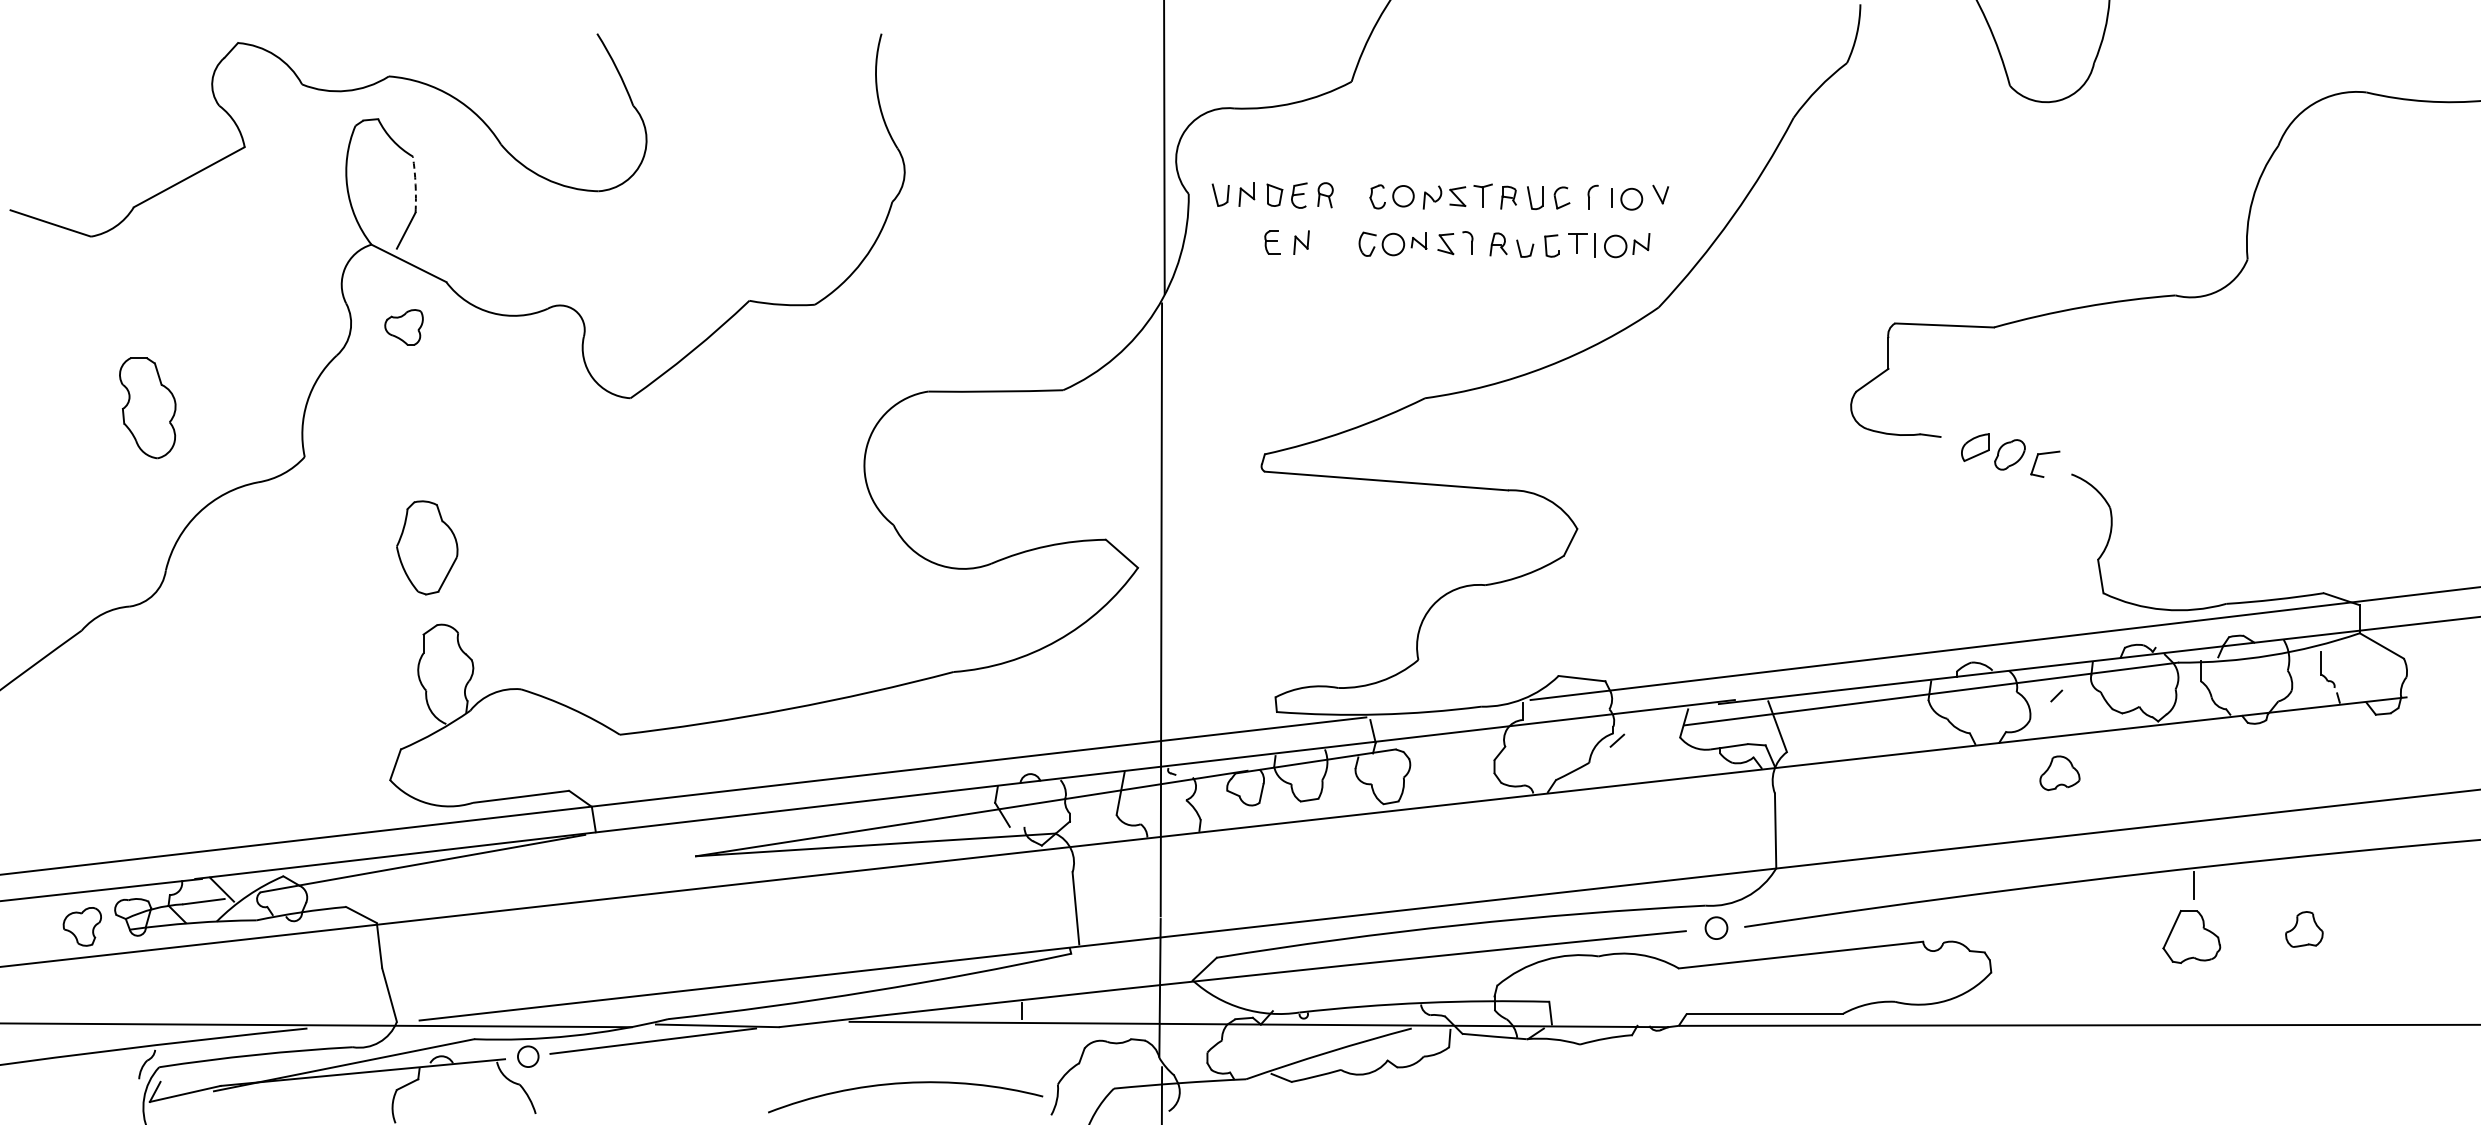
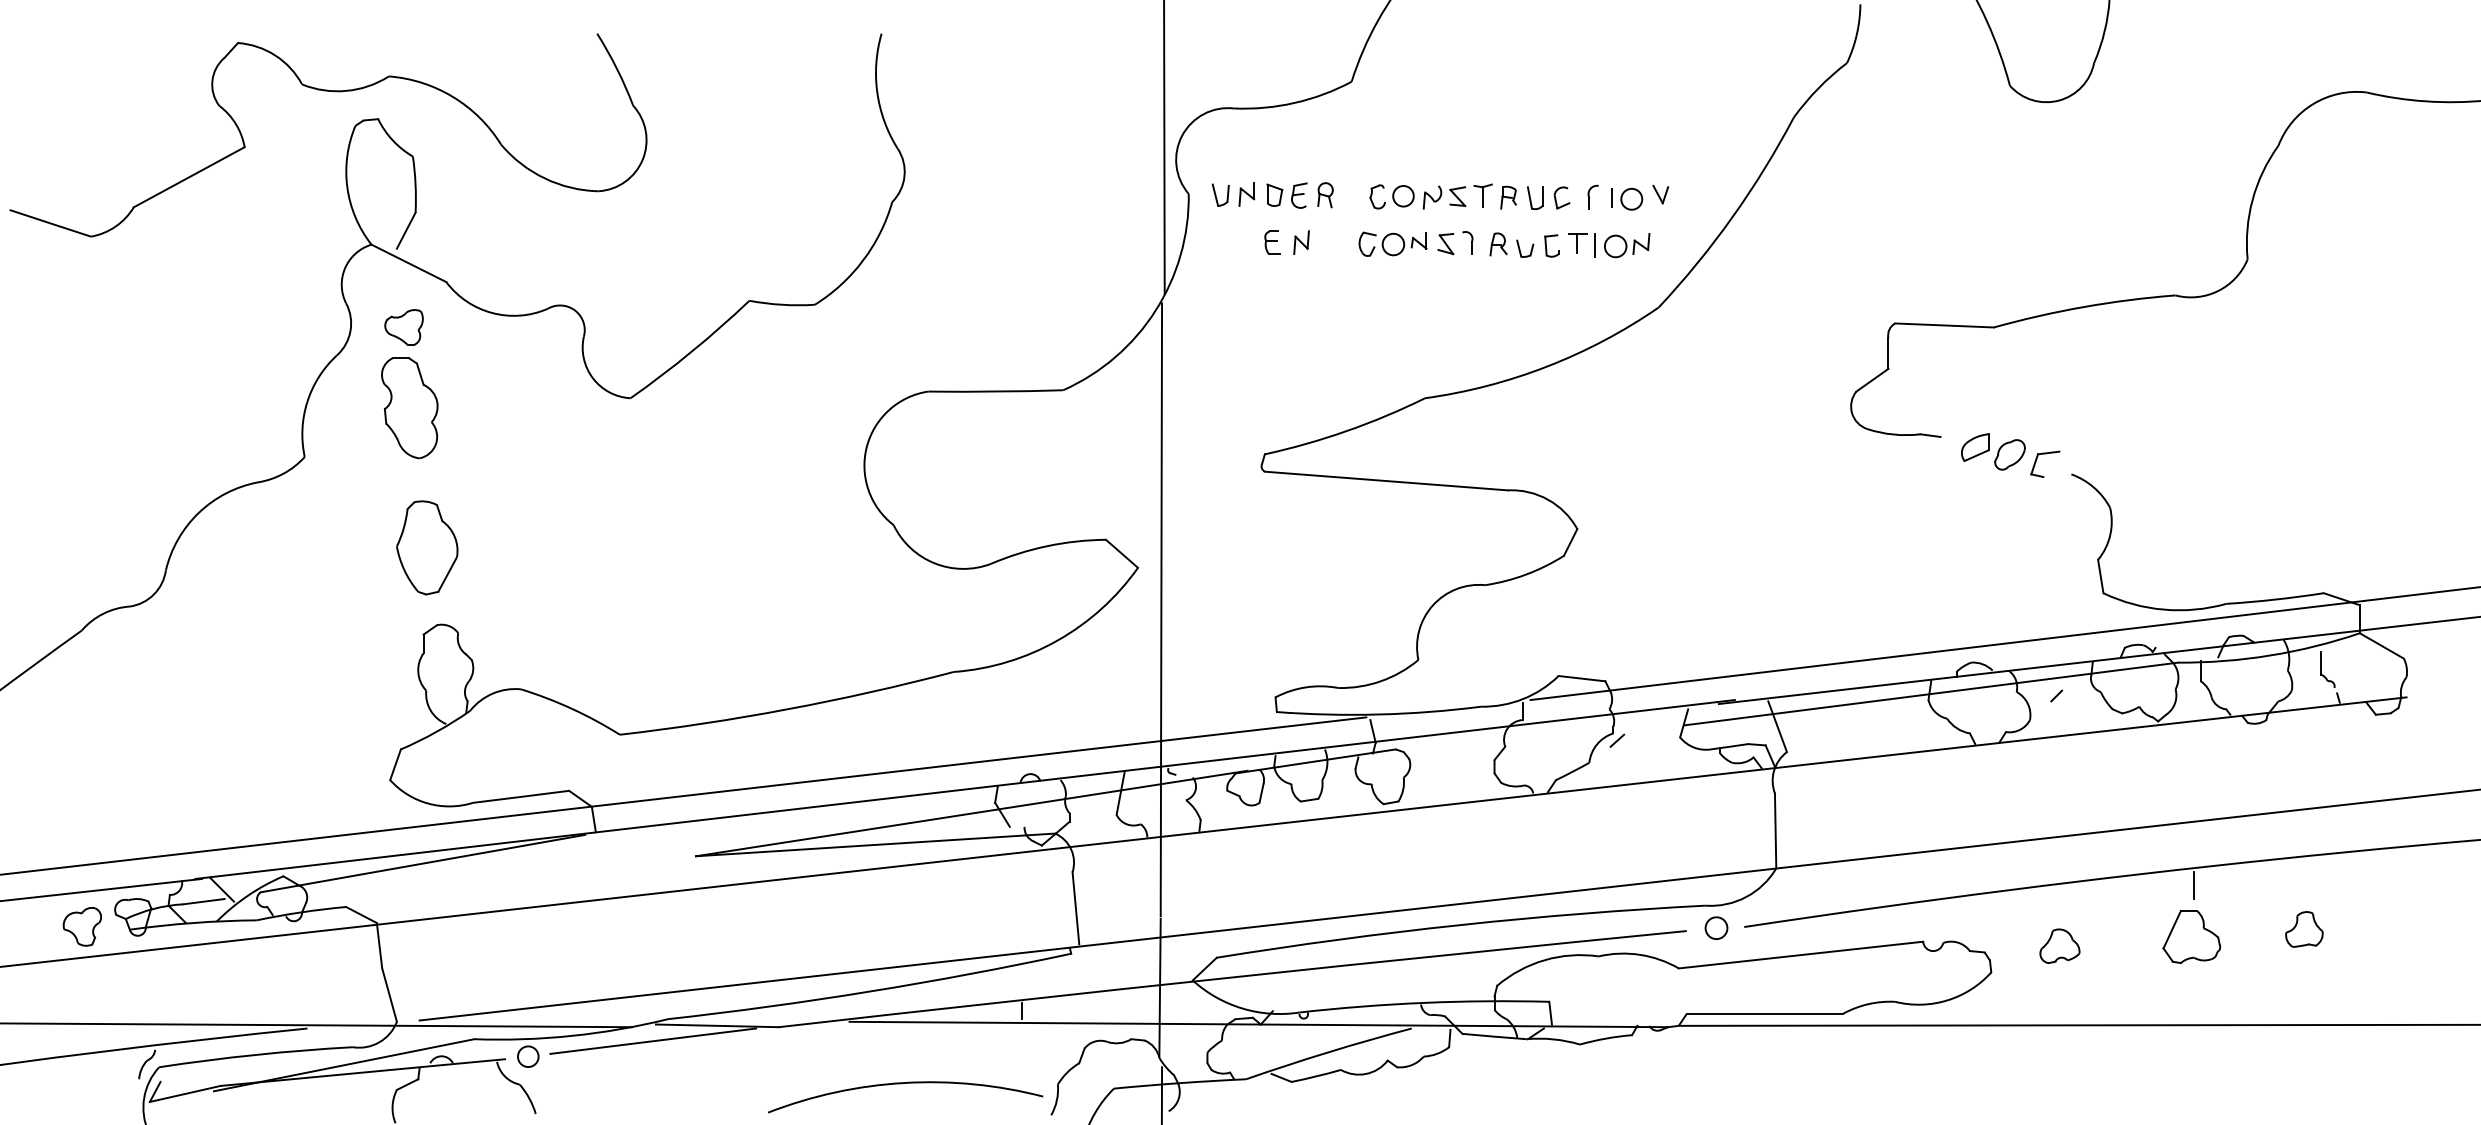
arc at (415, 184): dashed -> solid
part at (147, 408) position: (147, 408) -> (409, 408)
part at (2059, 773) position: (2059, 773) -> (2059, 946)
